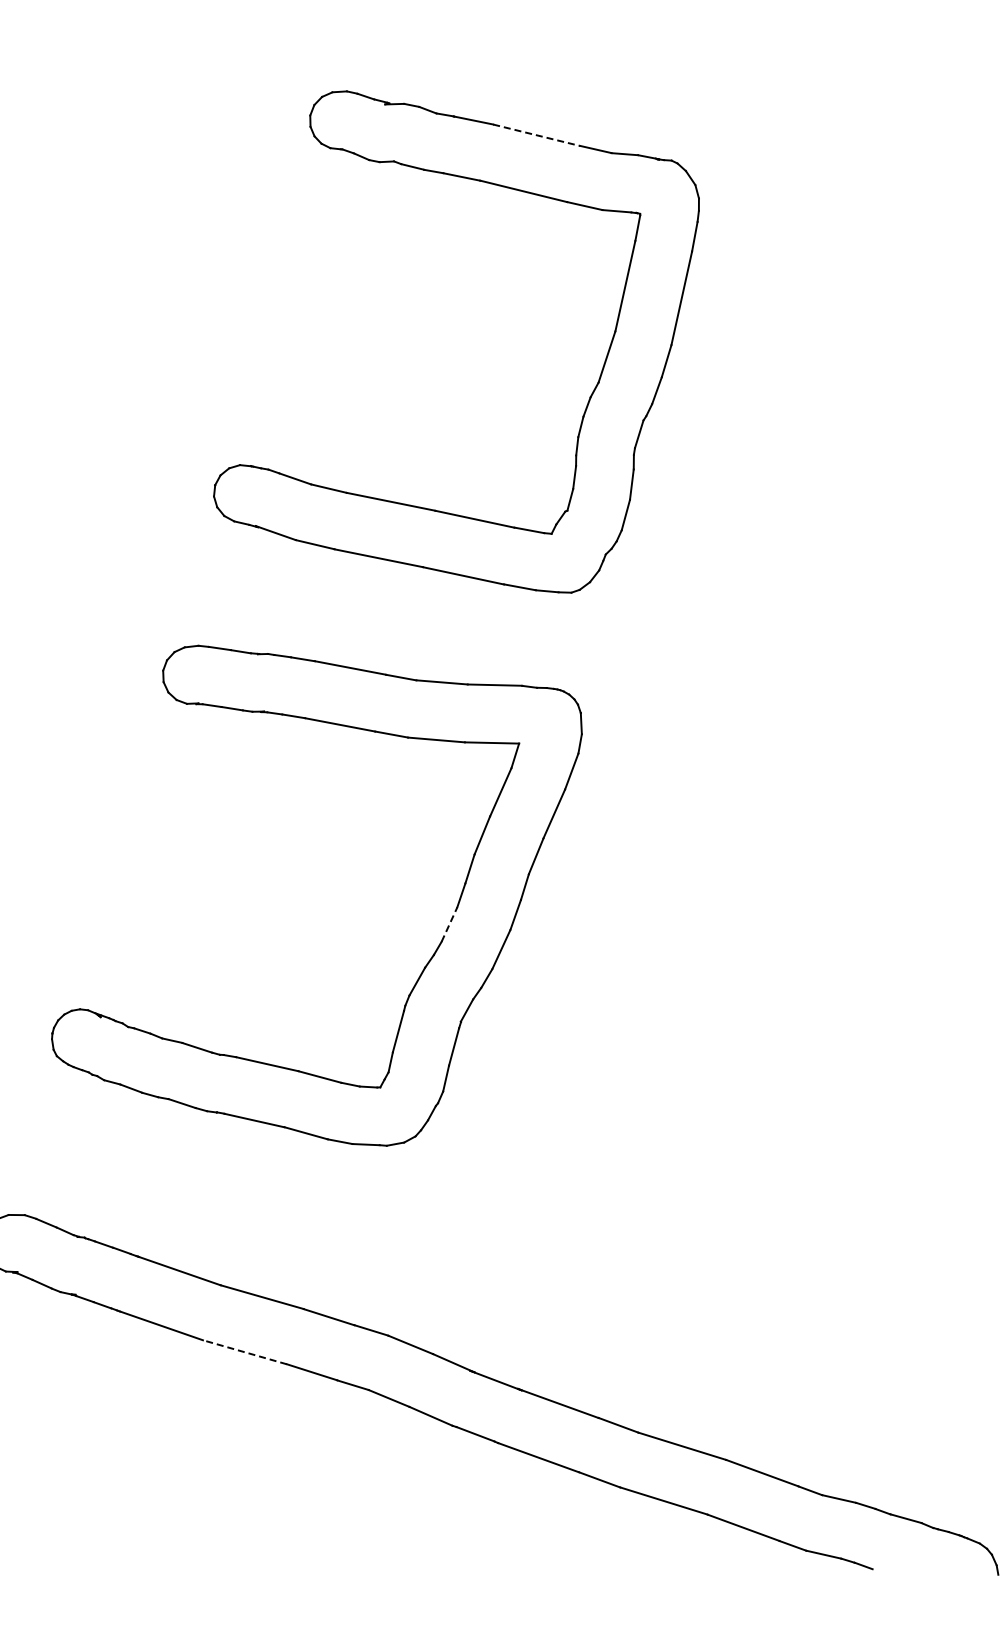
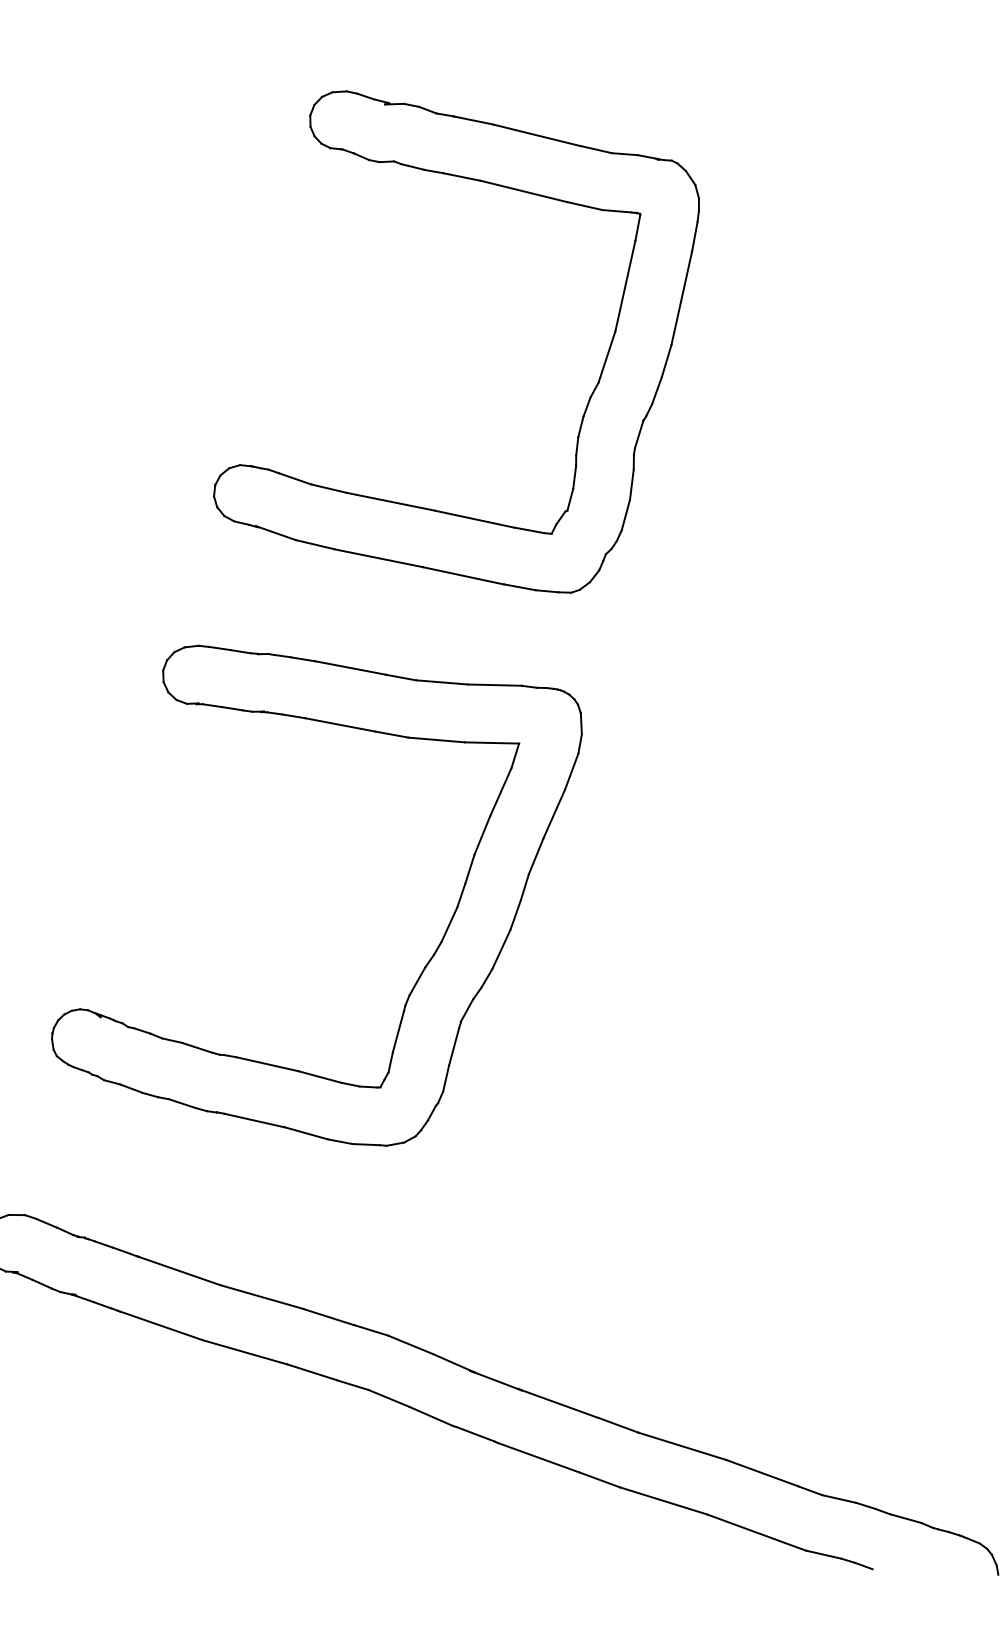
line at (536, 135): dashed -> solid
line at (449, 924): dashed -> solid
line at (244, 1352): dashed -> solid
